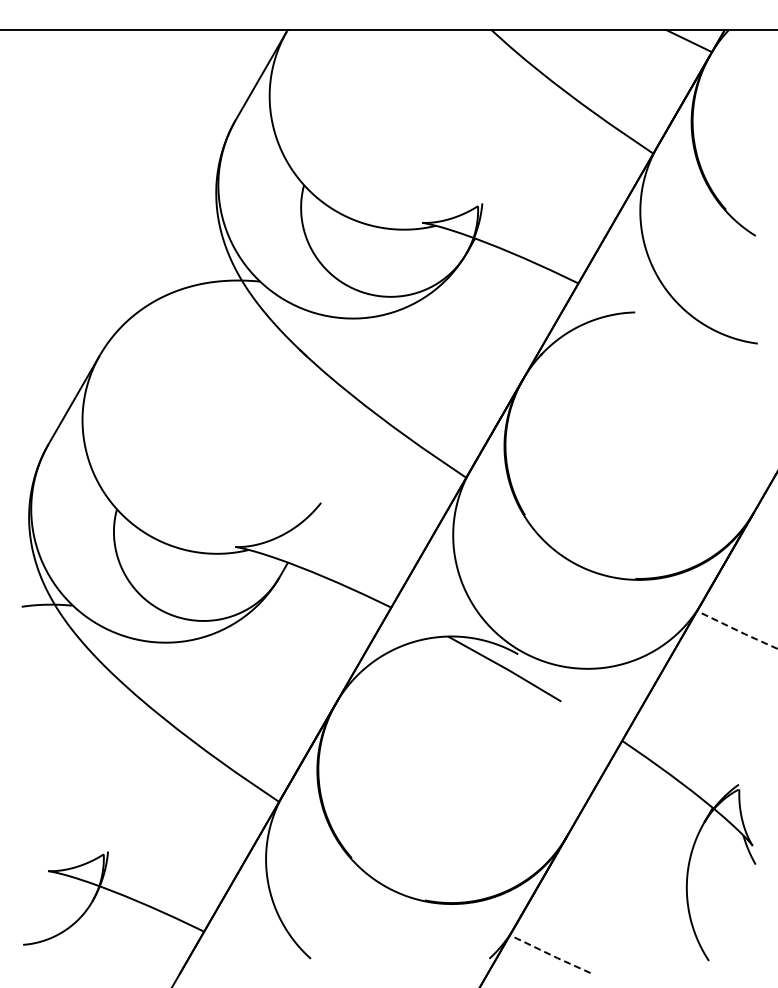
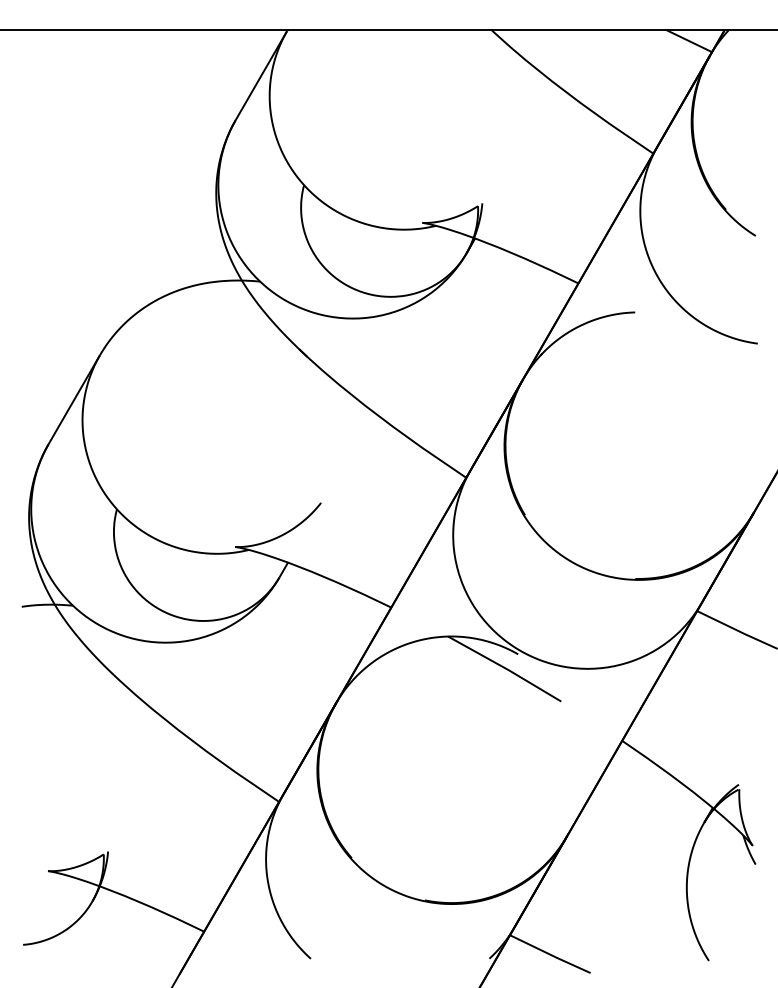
line at (737, 630): dashed -> solid
line at (550, 954): dashed -> solid
